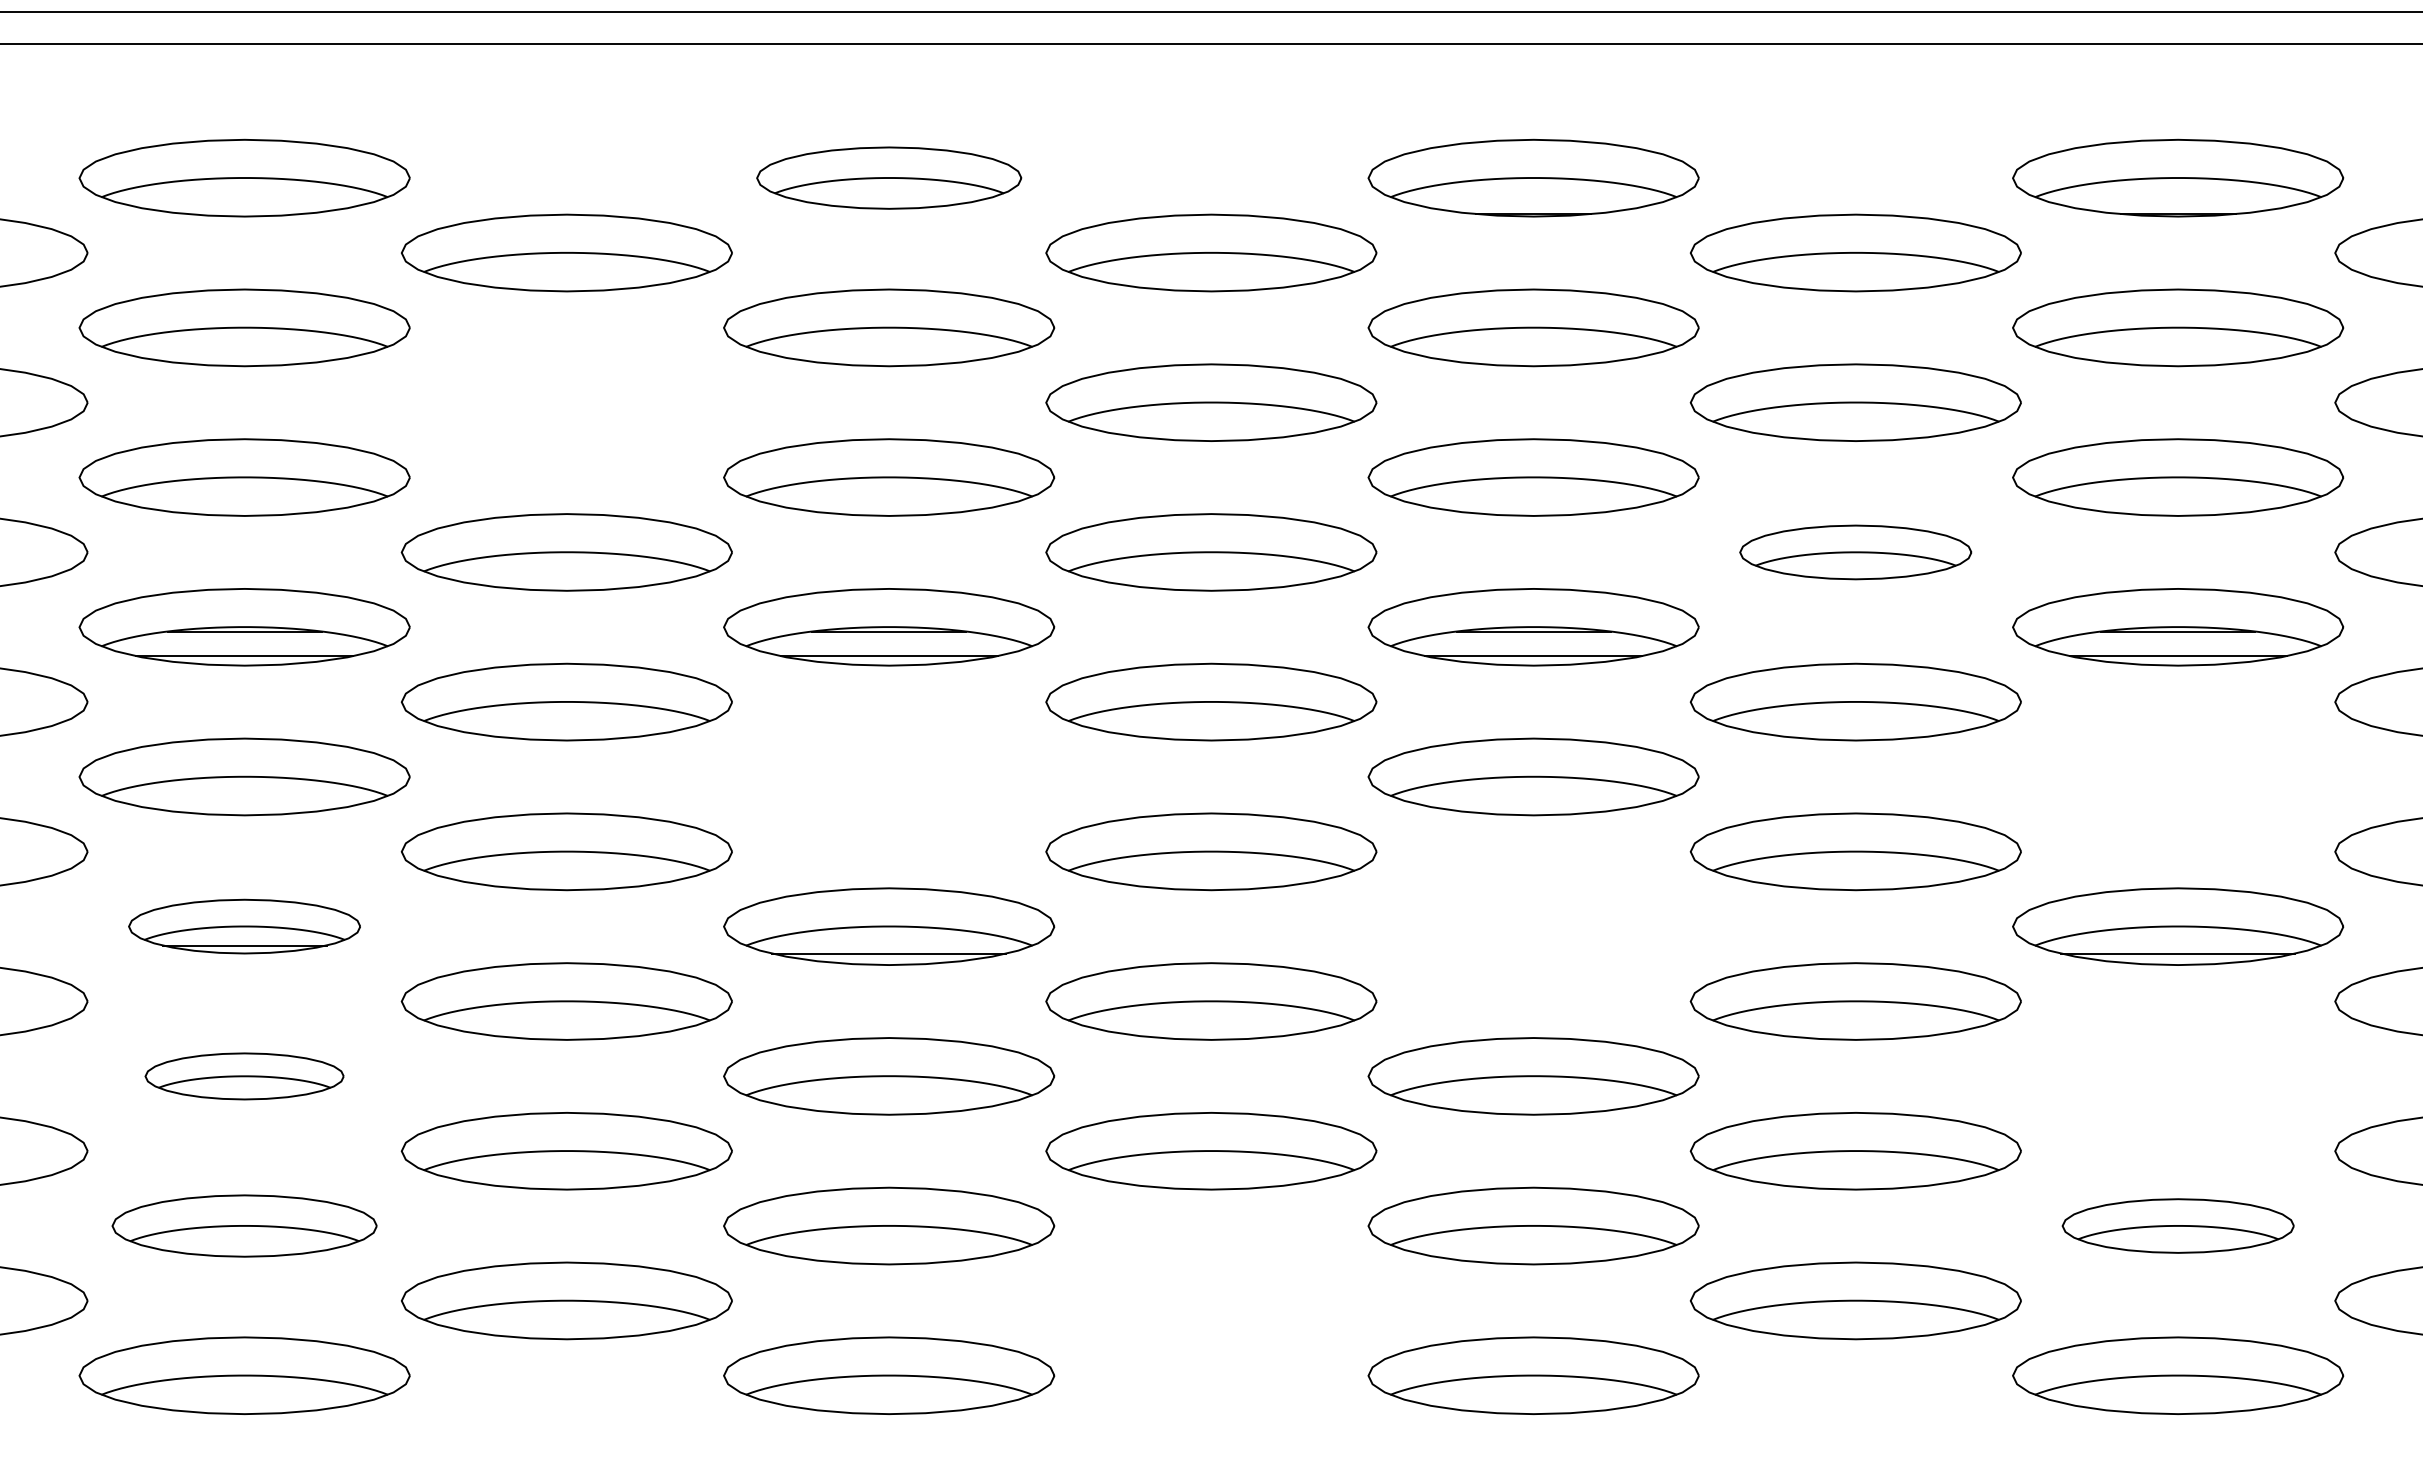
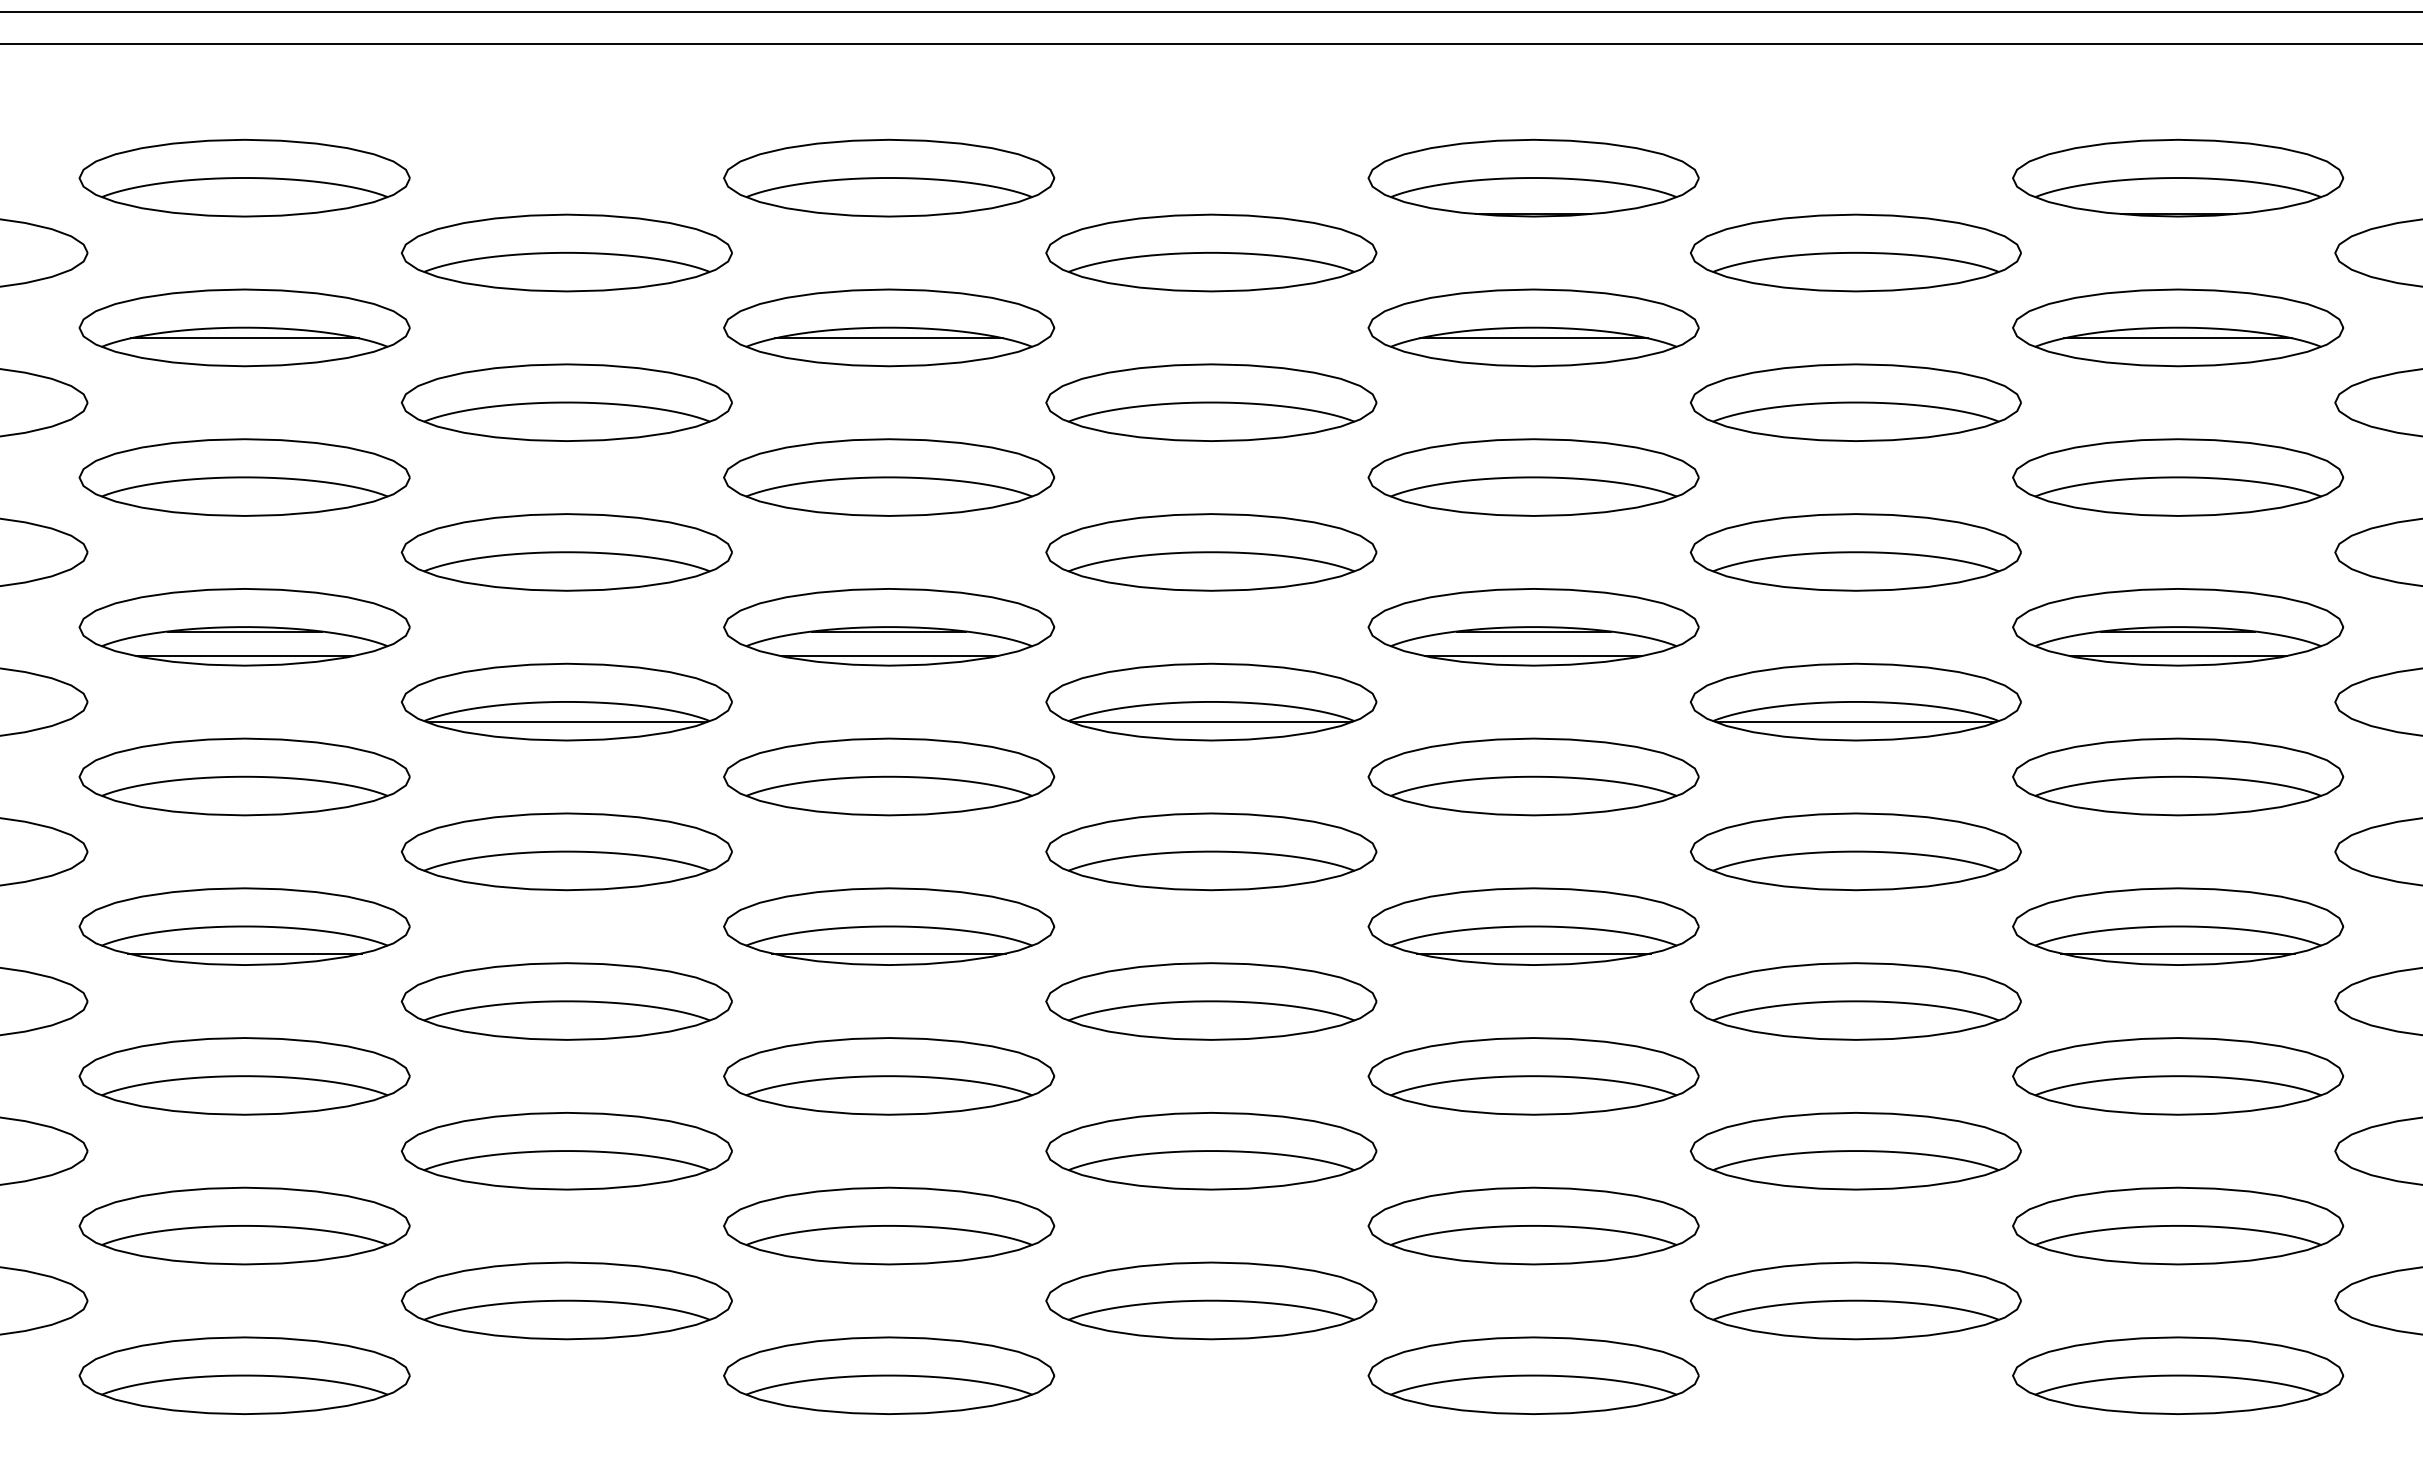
part at (889, 177) size: 267x64 px -> 333x80 px
line at (244, 338): none -> present
line at (889, 338): none -> present
line at (1533, 338): none -> present
line at (2178, 338): none -> present
part at (566, 402): none -> present
part at (1855, 552) size: 234x57 px -> 333x79 px
line at (566, 722): none -> present
line at (1211, 722): none -> present
line at (1855, 722): none -> present
part at (889, 776): none -> present
part at (2178, 776): none -> present
part at (244, 926) size: 233x57 px -> 333x79 px
part at (1533, 926): none -> present
part at (244, 1076) size: 201x49 px -> 333x79 px
part at (2178, 1076): none -> present
part at (244, 1225) size: 267x64 px -> 333x80 px
part at (2177, 1225) size: 234x56 px -> 333x80 px
part at (1211, 1300): none -> present
